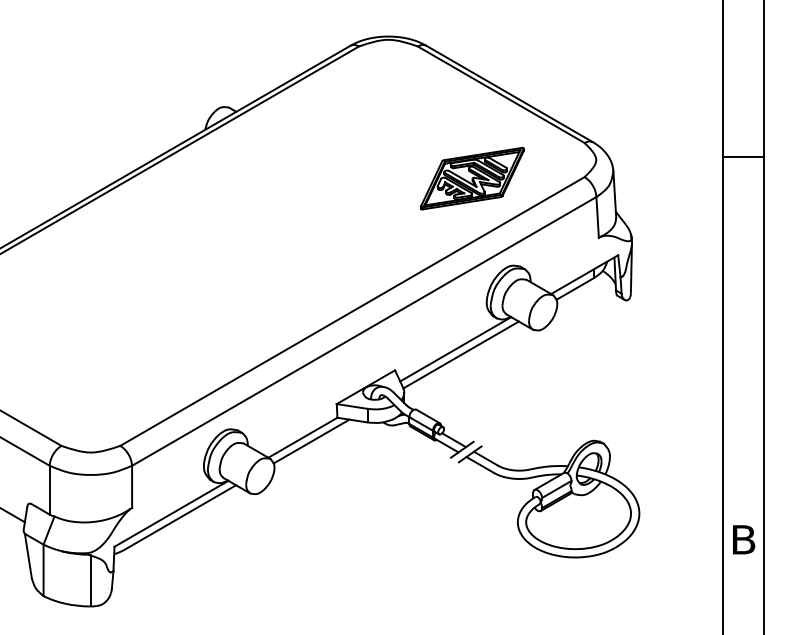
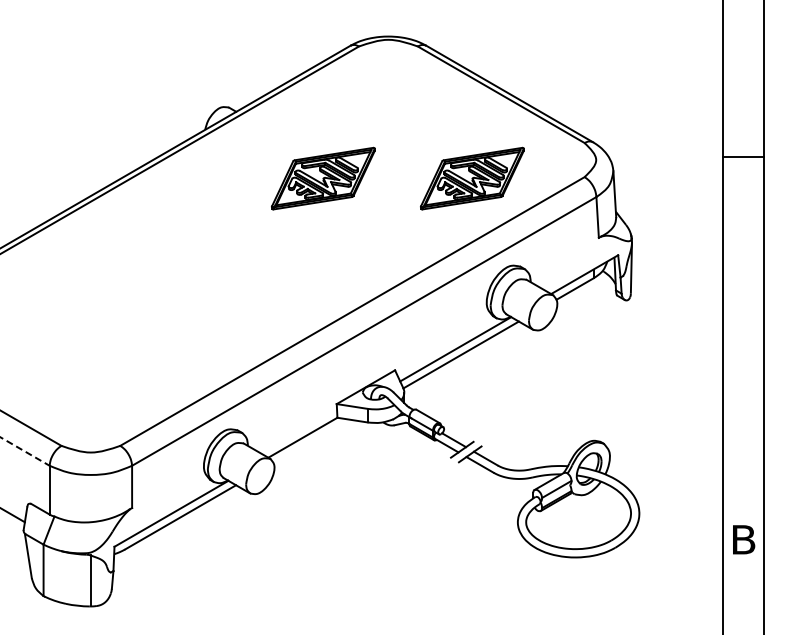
part at (323, 178): none -> present
line at (311, 441): present -> none
line at (25, 451): solid -> dashed
